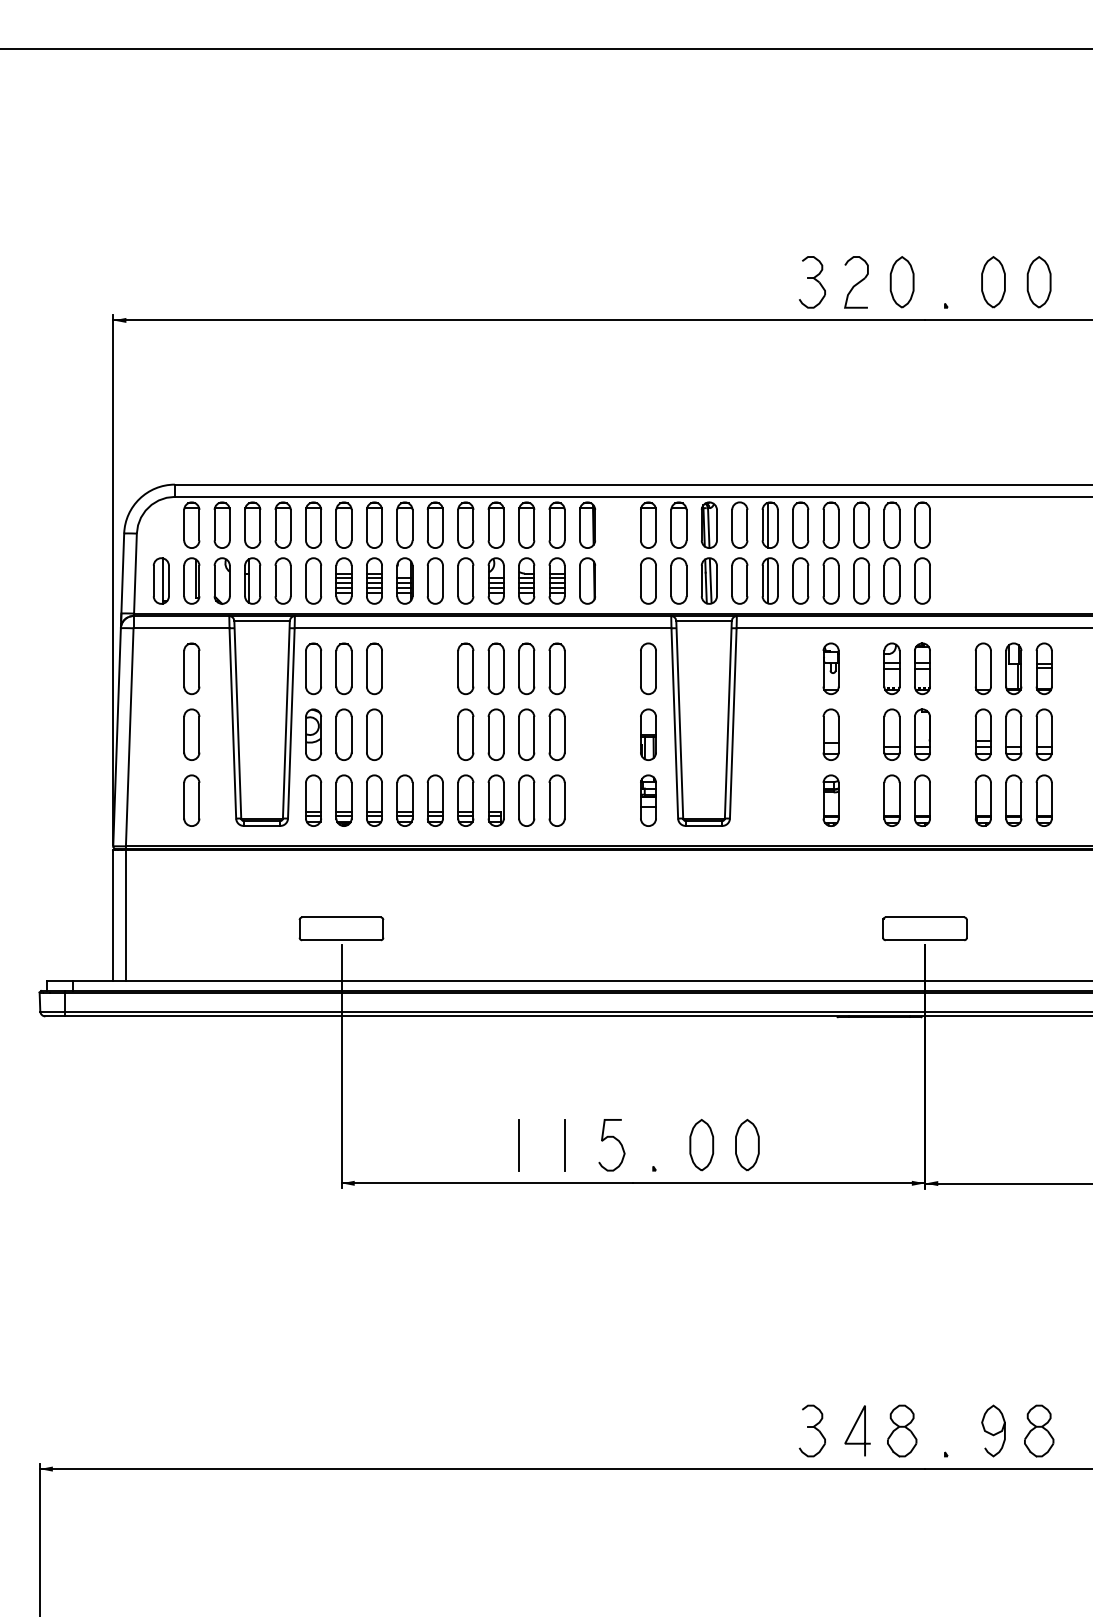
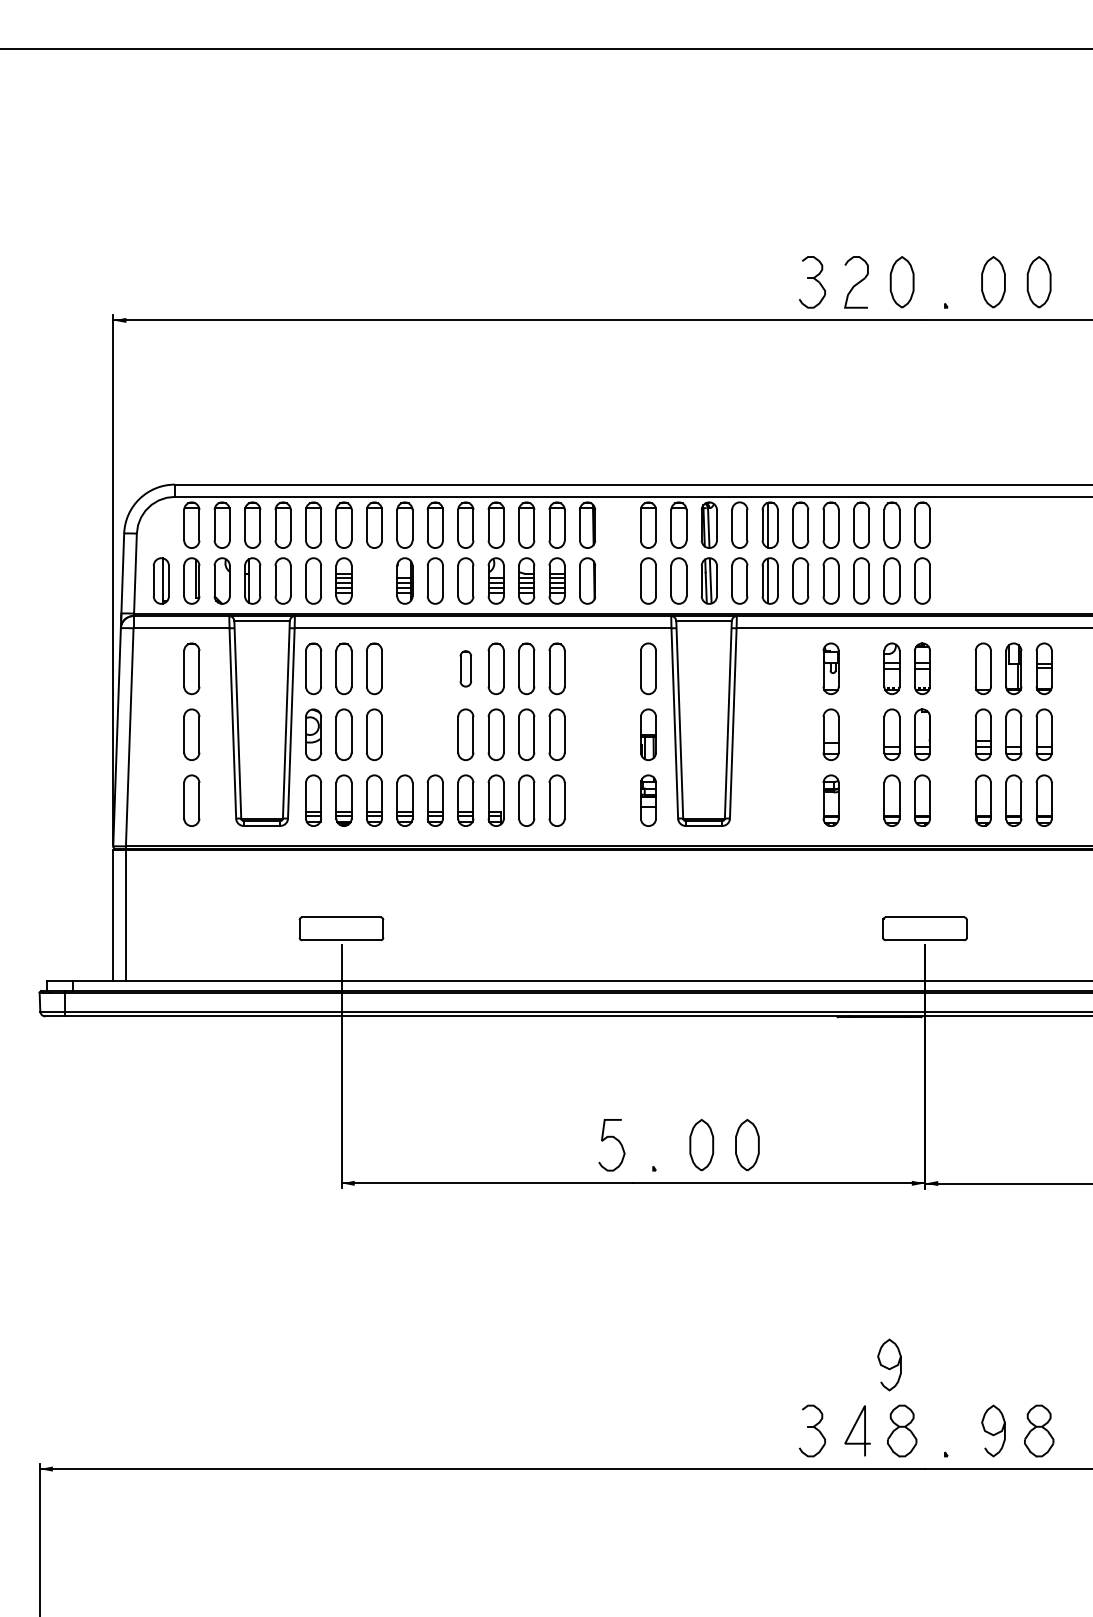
part at (374, 580): present -> none
part at (465, 668) size: 18x54 px -> 13x38 px
line at (519, 1144): present -> none
line at (564, 1144): present -> none
curve at (888, 1367): none -> present
